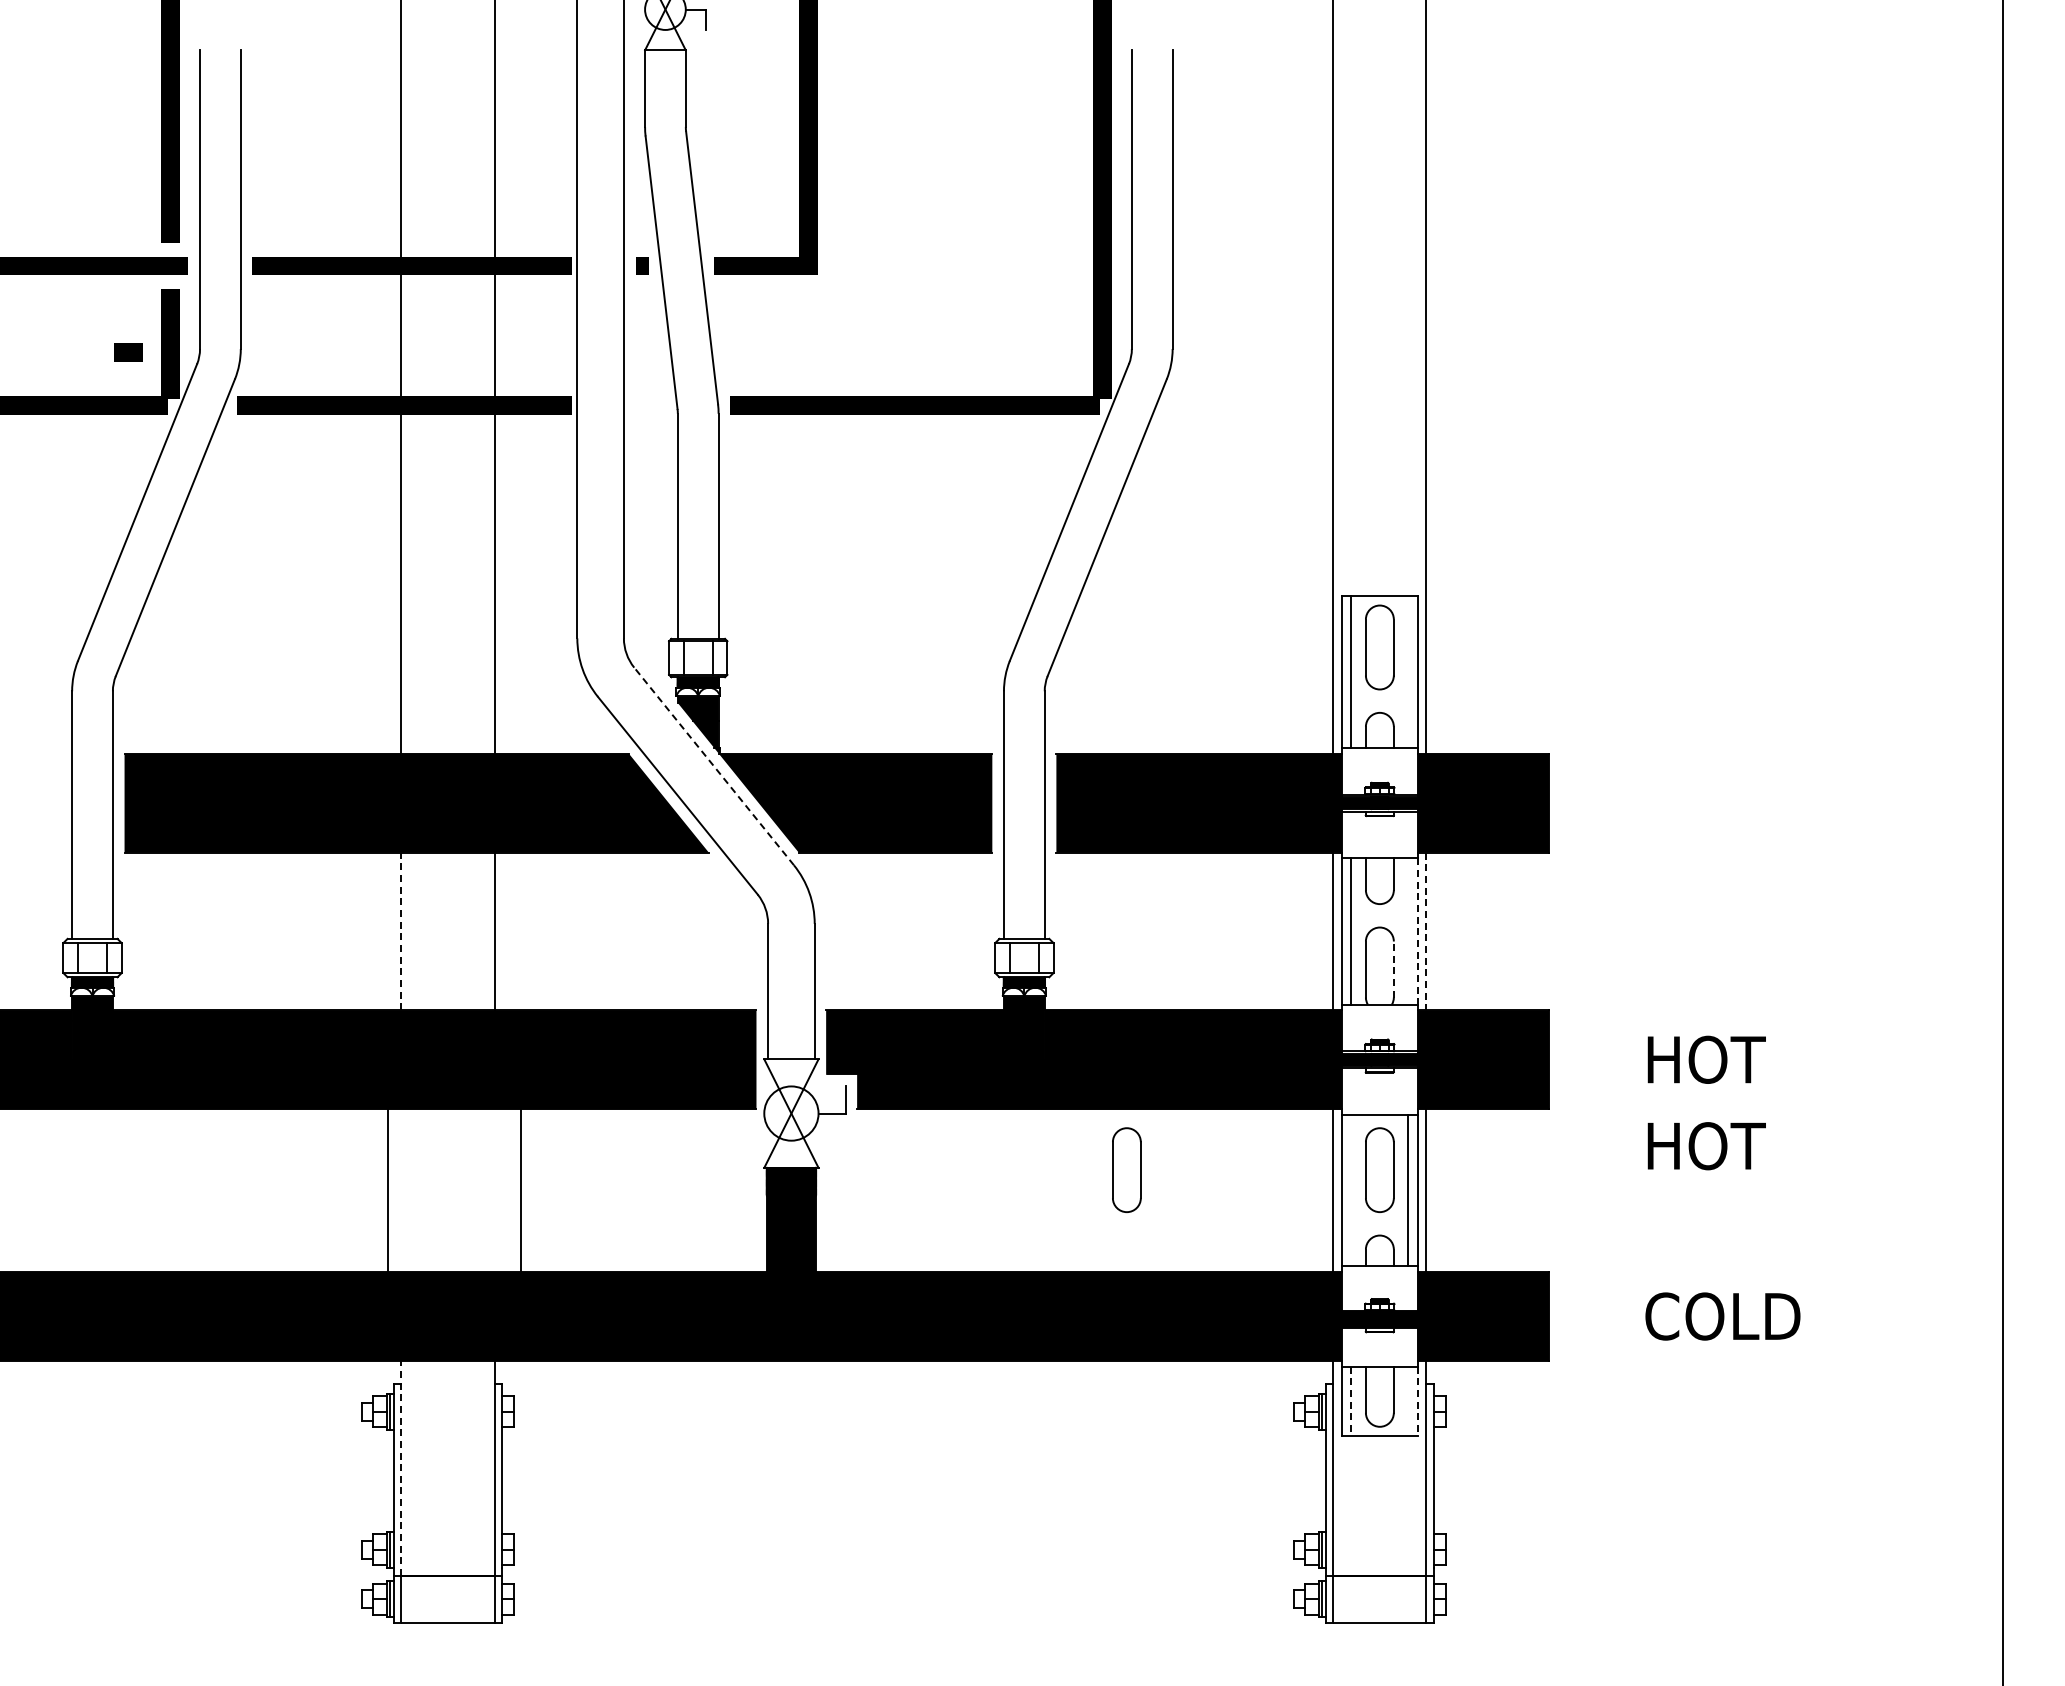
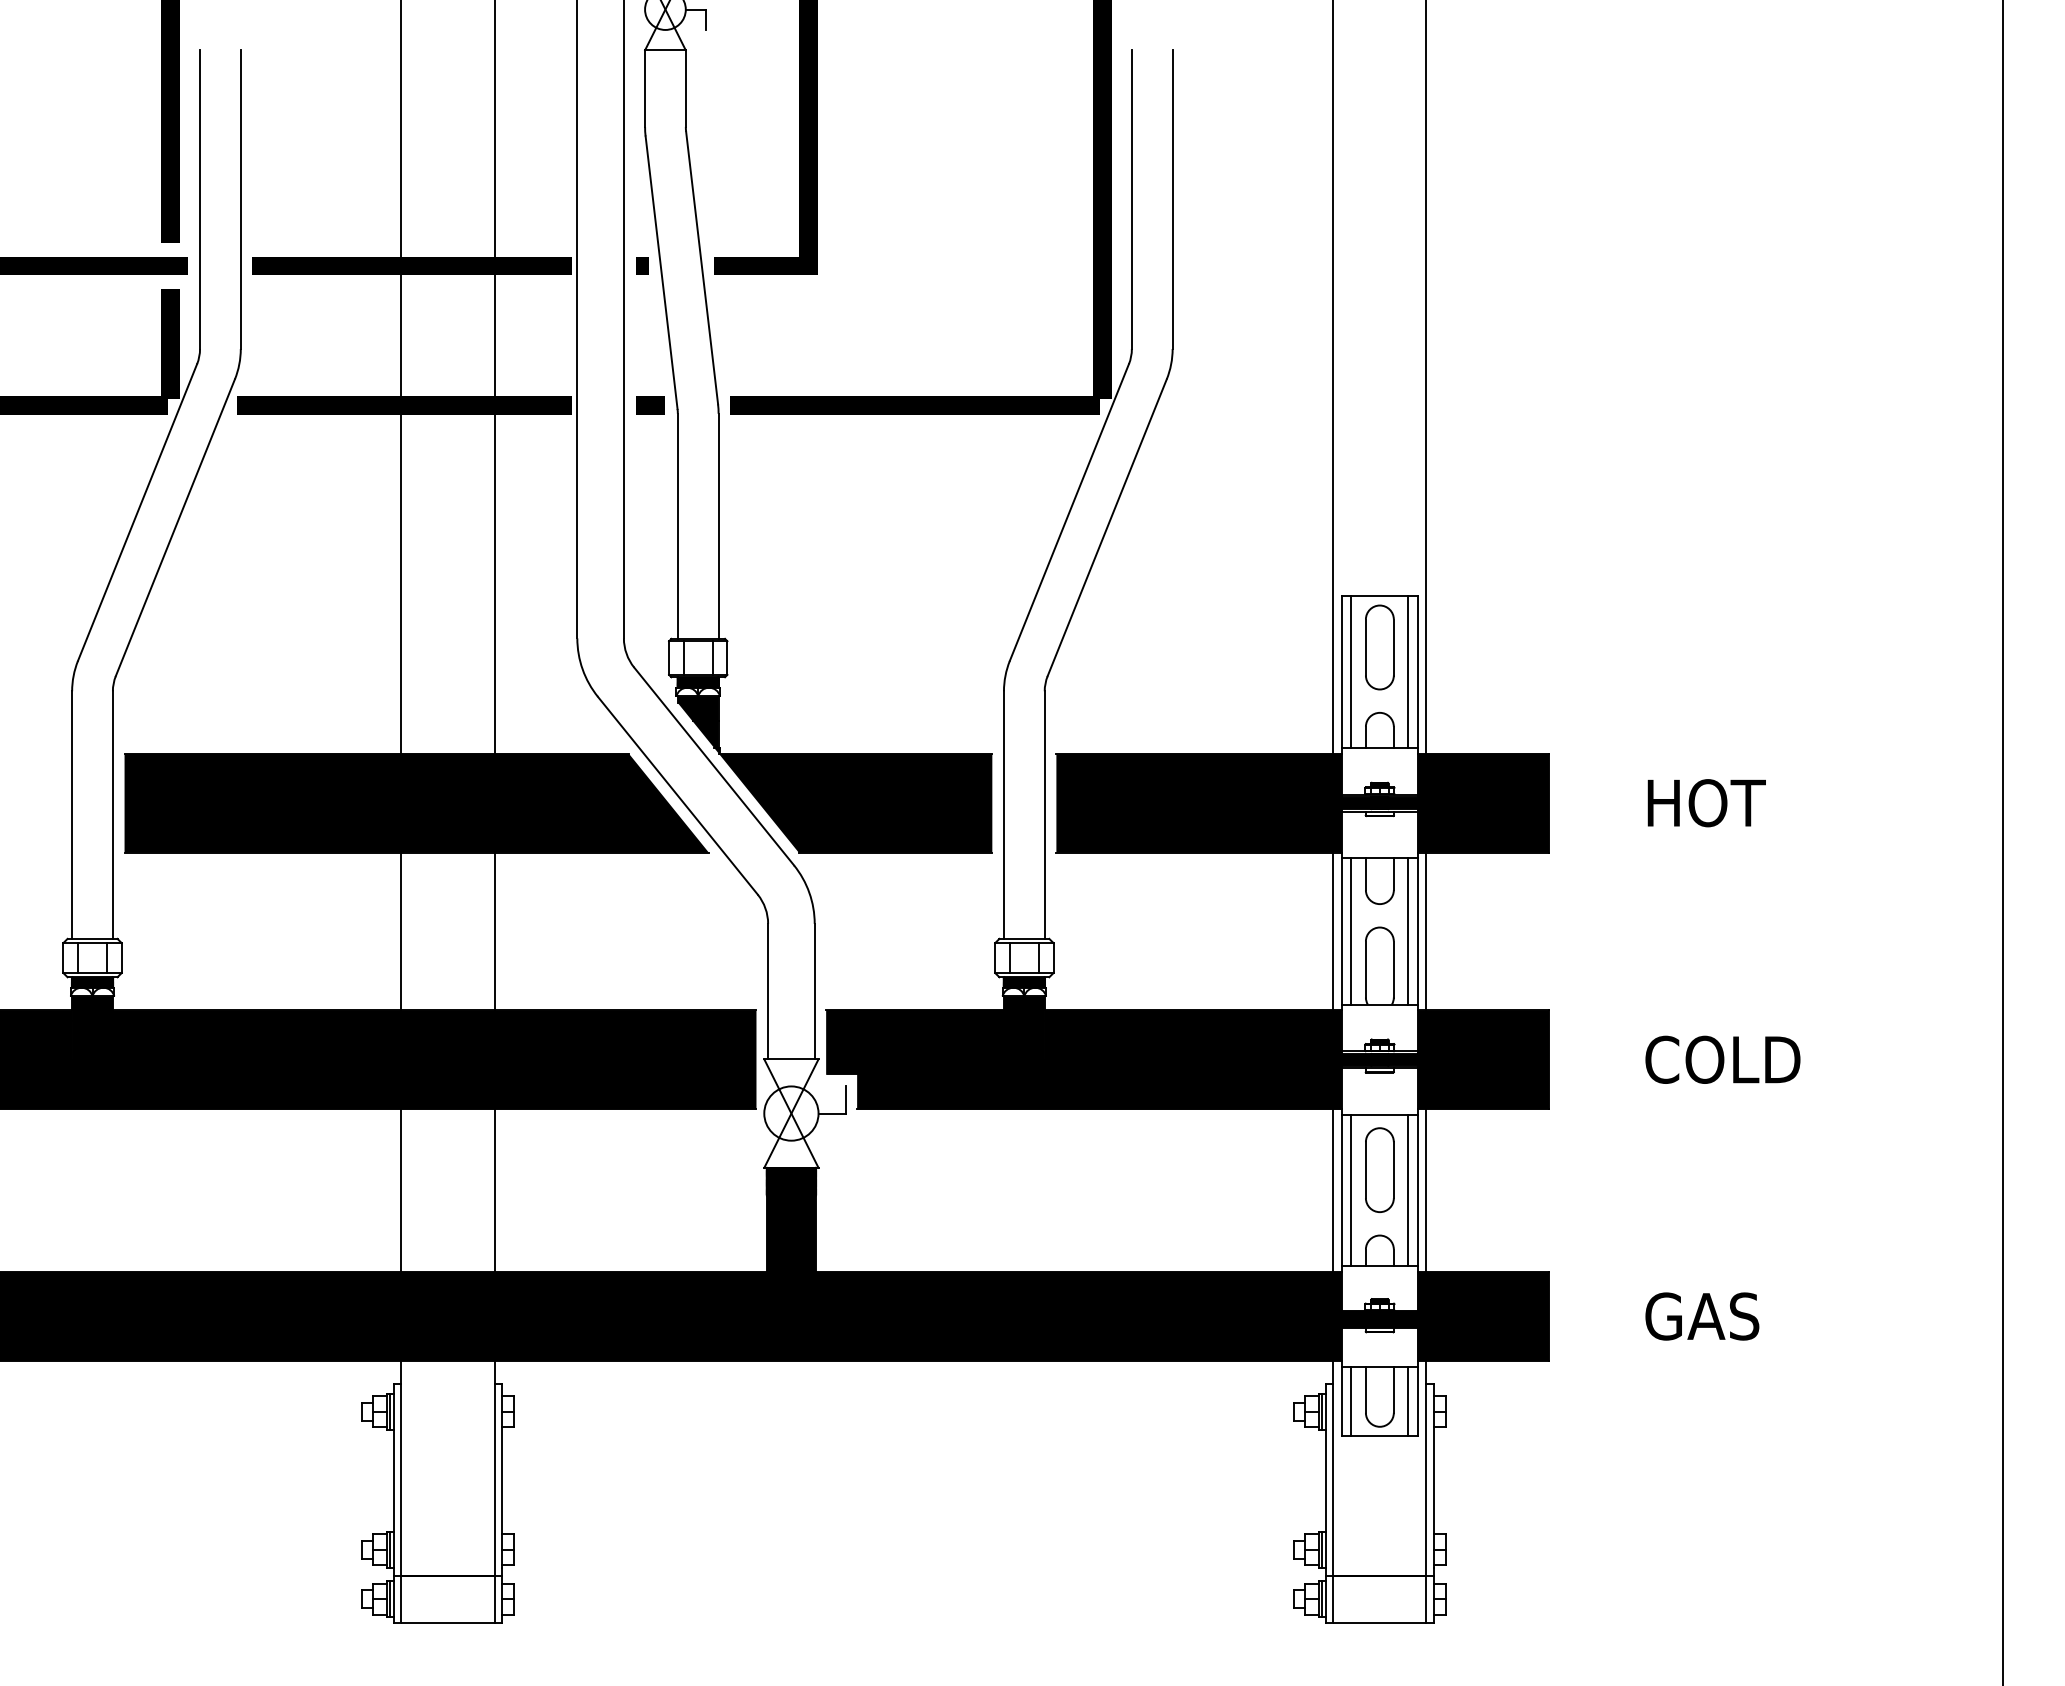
line at (128, 352) position: (128, 352) -> (650, 405)
line at (1408, 671): none -> present
line at (713, 766): dashed -> solid
line at (401, 931): dashed -> solid
line at (1408, 931): none -> present
line at (1417, 931): dashed -> solid
line at (1426, 931): dashed -> solid
line at (1393, 969): dashed -> solid
text at (1722, 1059): HOT -> COLD
text at (1706, 1146) position: (1706, 1146) -> (1706, 803)
part at (1126, 1169): present -> none
line at (388, 1190) position: (388, 1190) -> (401, 1190)
line at (520, 1190) position: (520, 1190) -> (494, 1190)
line at (1351, 1190): none -> present
text at (1733, 1316): COLD -> GAS
line at (1351, 1401): dashed -> solid
line at (1408, 1401): none -> present
line at (1417, 1401): dashed -> solid
line at (401, 1468): dashed -> solid
